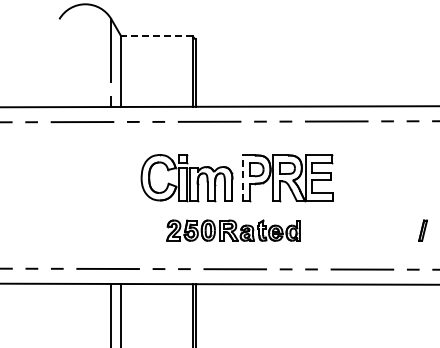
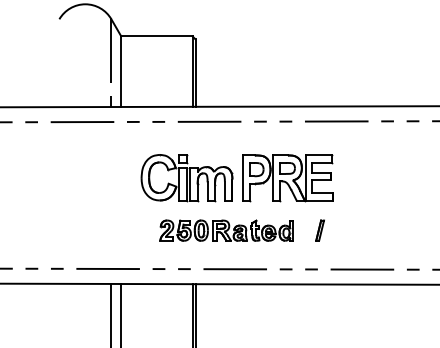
line at (156, 36): dashed -> solid
line at (243, 177): dashed -> solid
part at (233, 230) position: (233, 230) -> (226, 230)
part at (422, 230) position: (422, 230) -> (319, 230)
